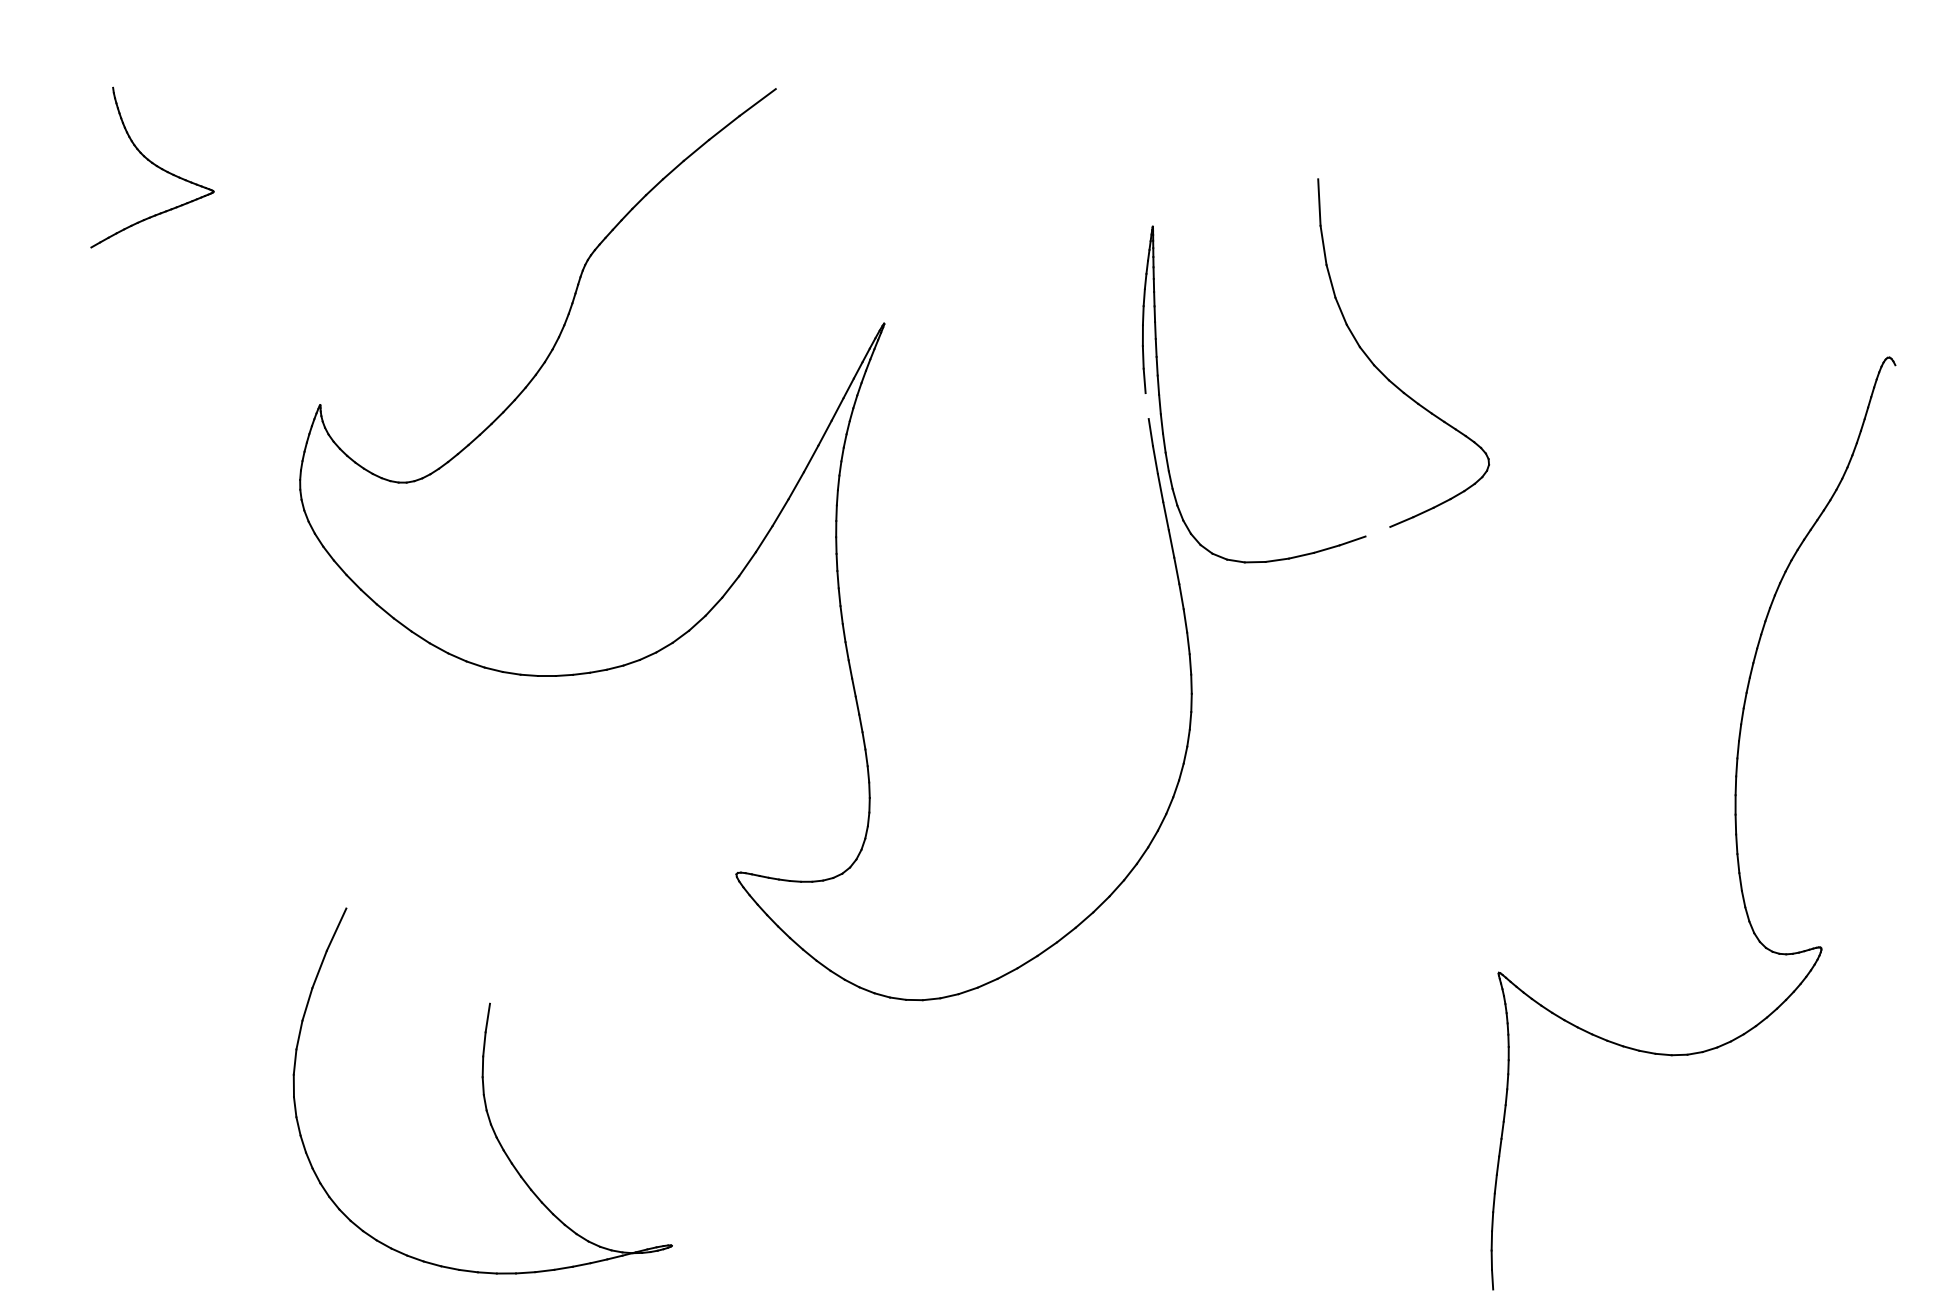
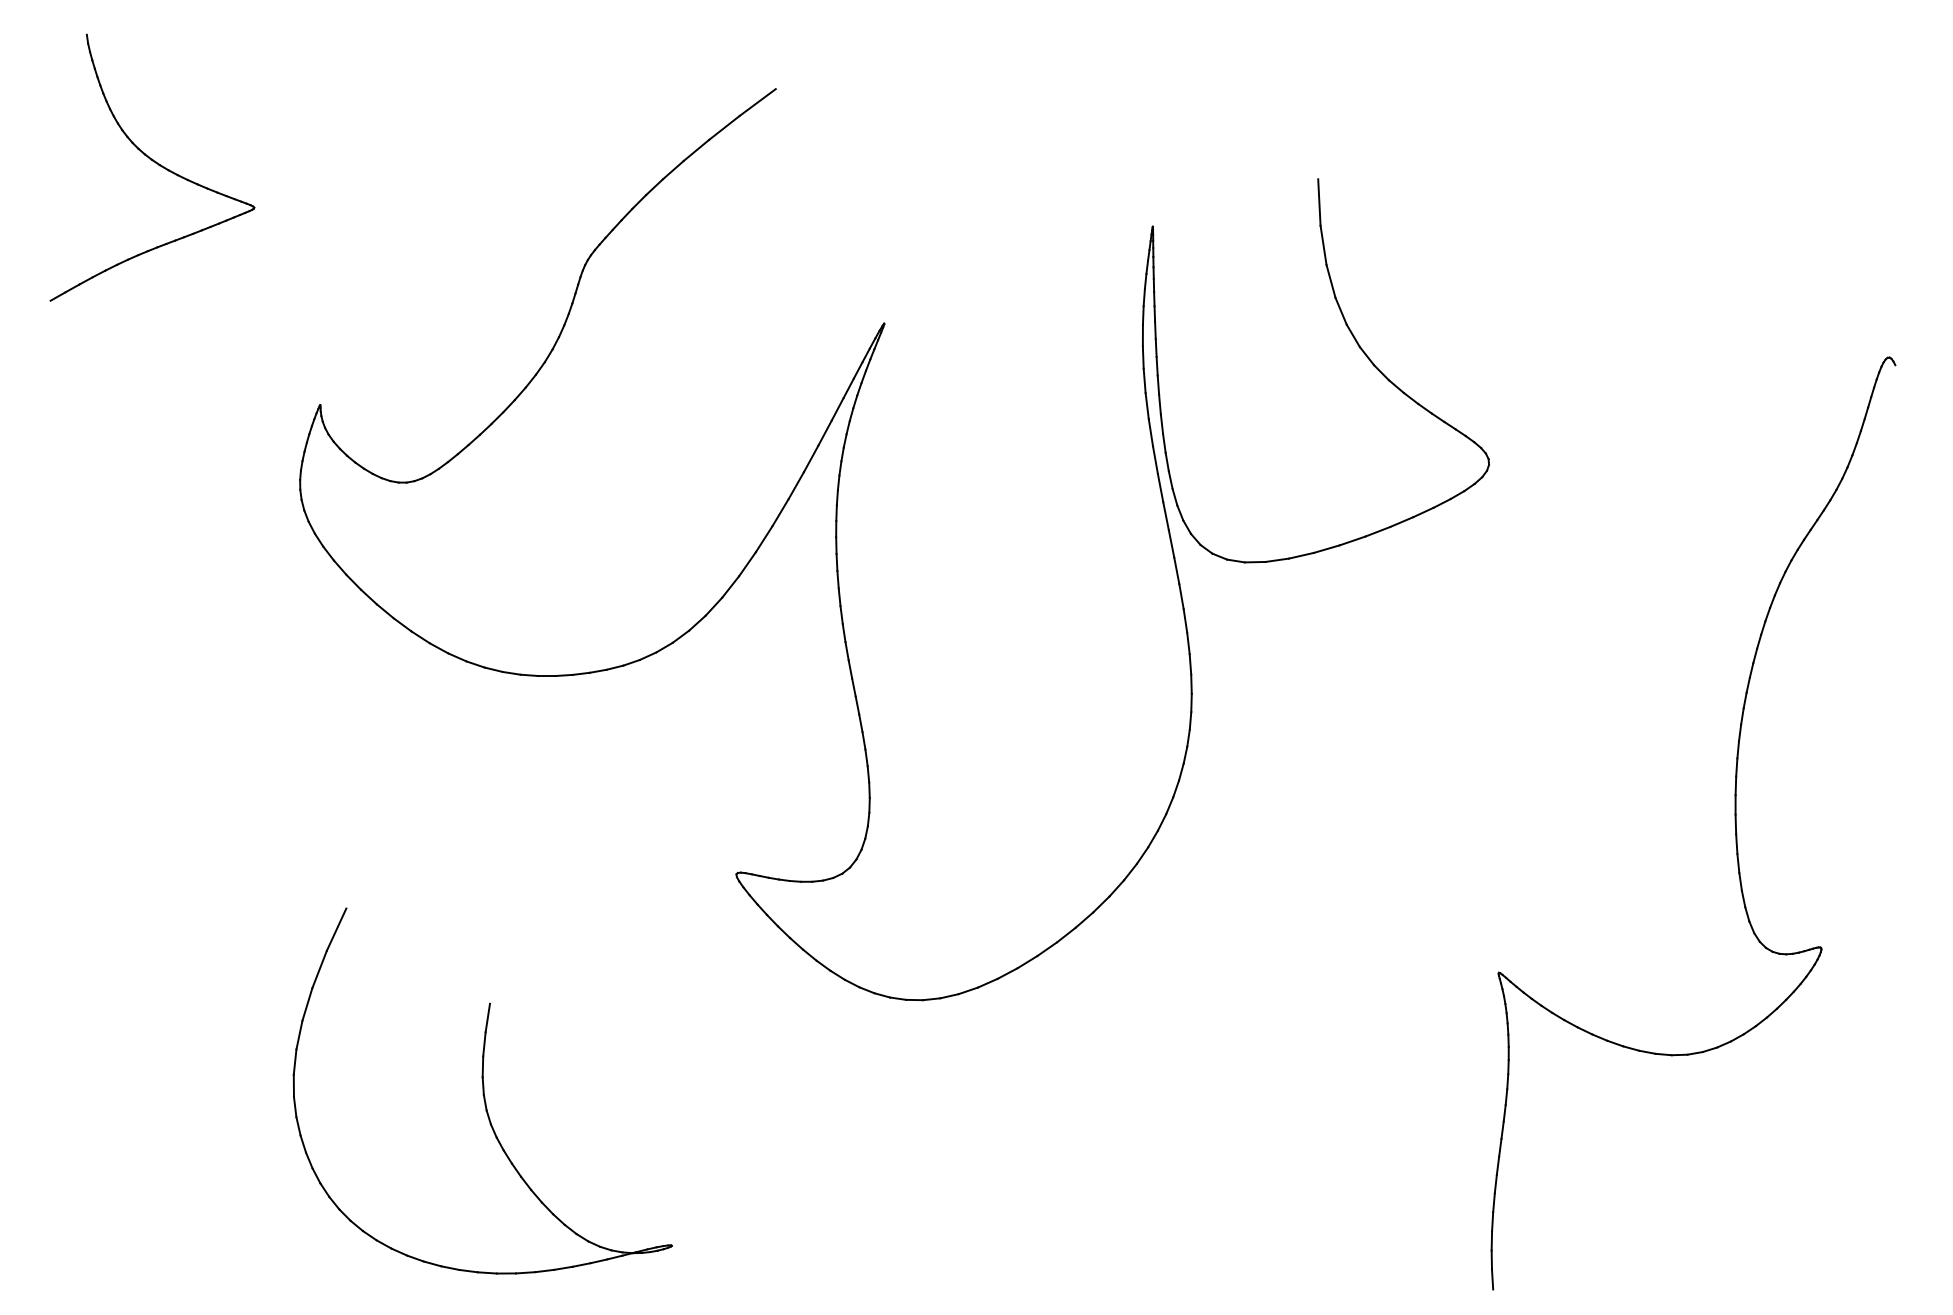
part at (152, 167) size: 125x163 px -> 207x269 px
line at (1146, 406): none -> present
line at (1377, 531): none -> present
